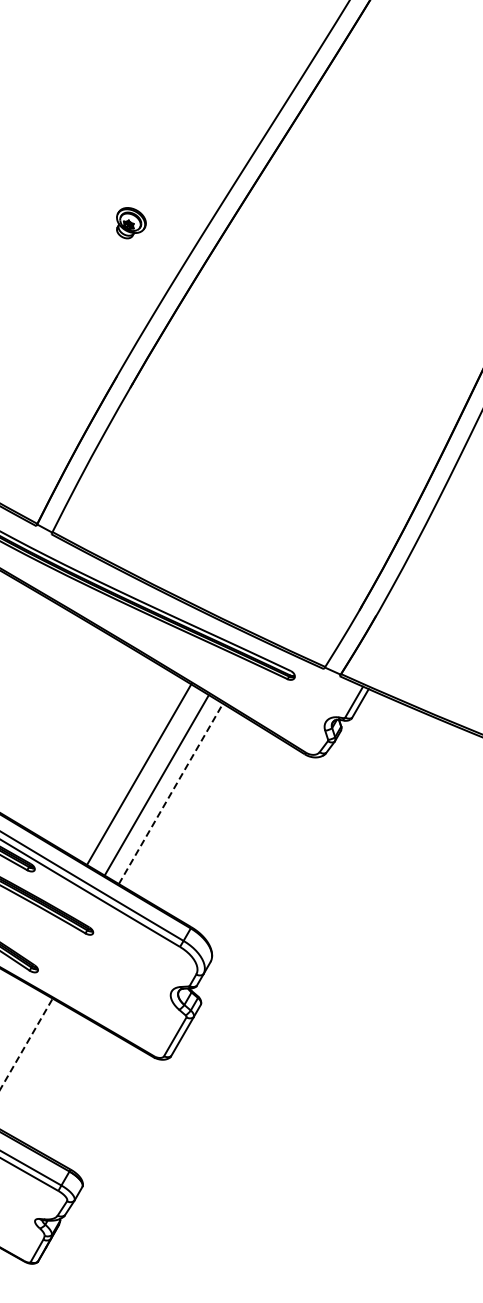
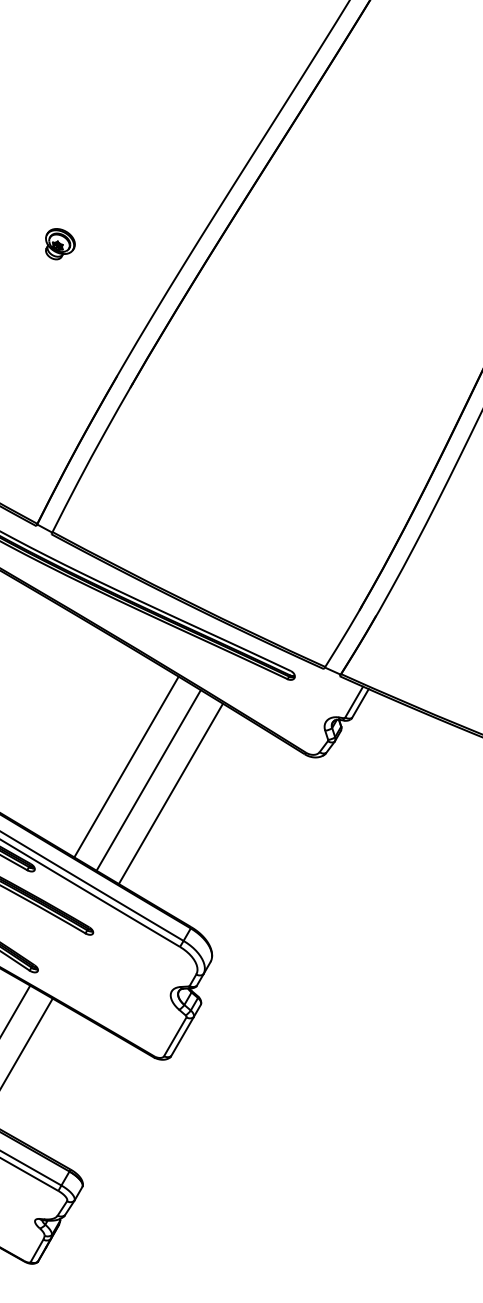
part at (131, 223) position: (131, 223) -> (60, 244)
line at (139, 773) position: (139, 773) -> (126, 766)
line at (156, 785) position: (156, 785) -> (148, 780)
line at (171, 793): dashed -> solid
line at (16, 1009): none -> present
line at (26, 1043): dashed -> solid
